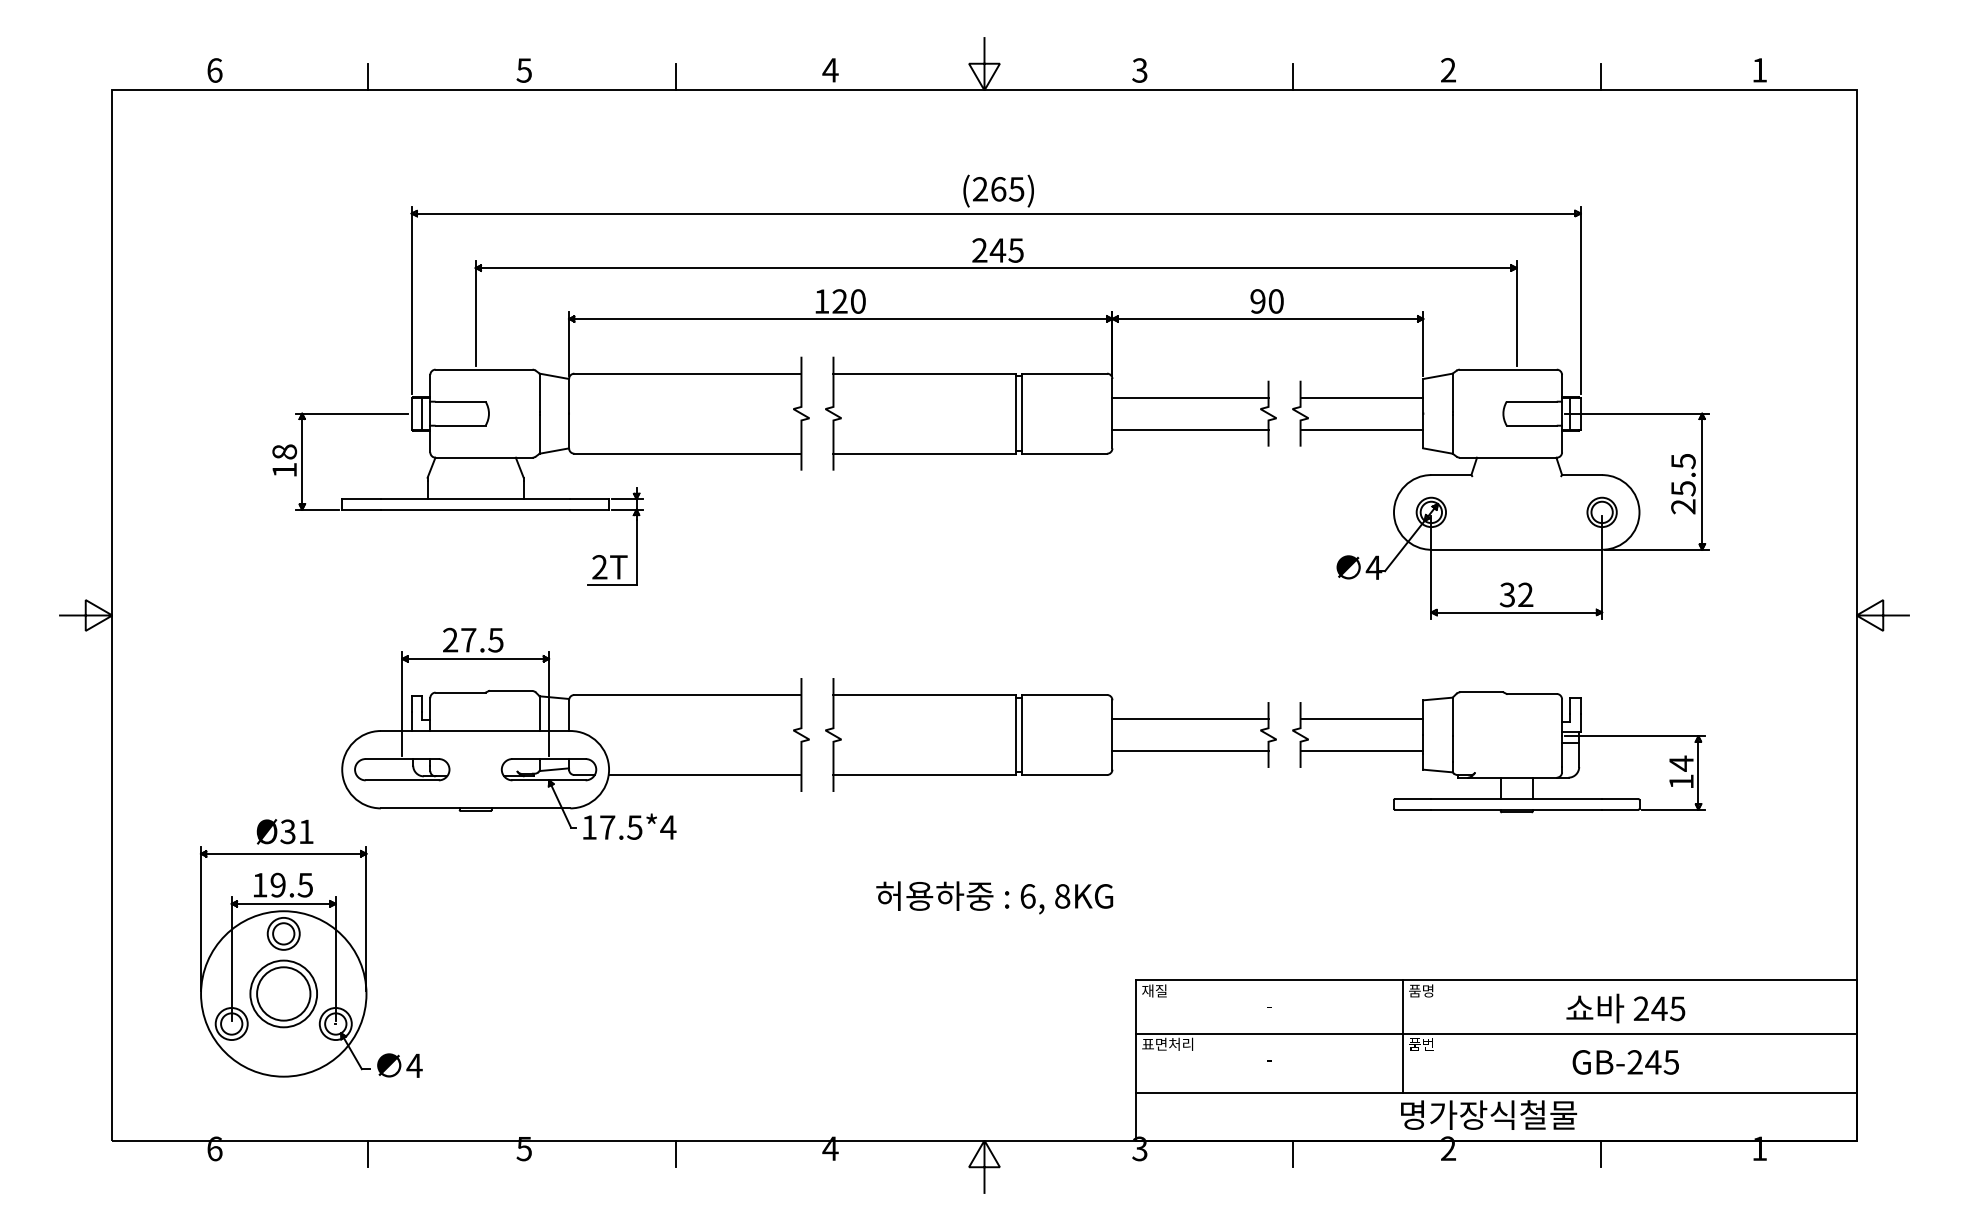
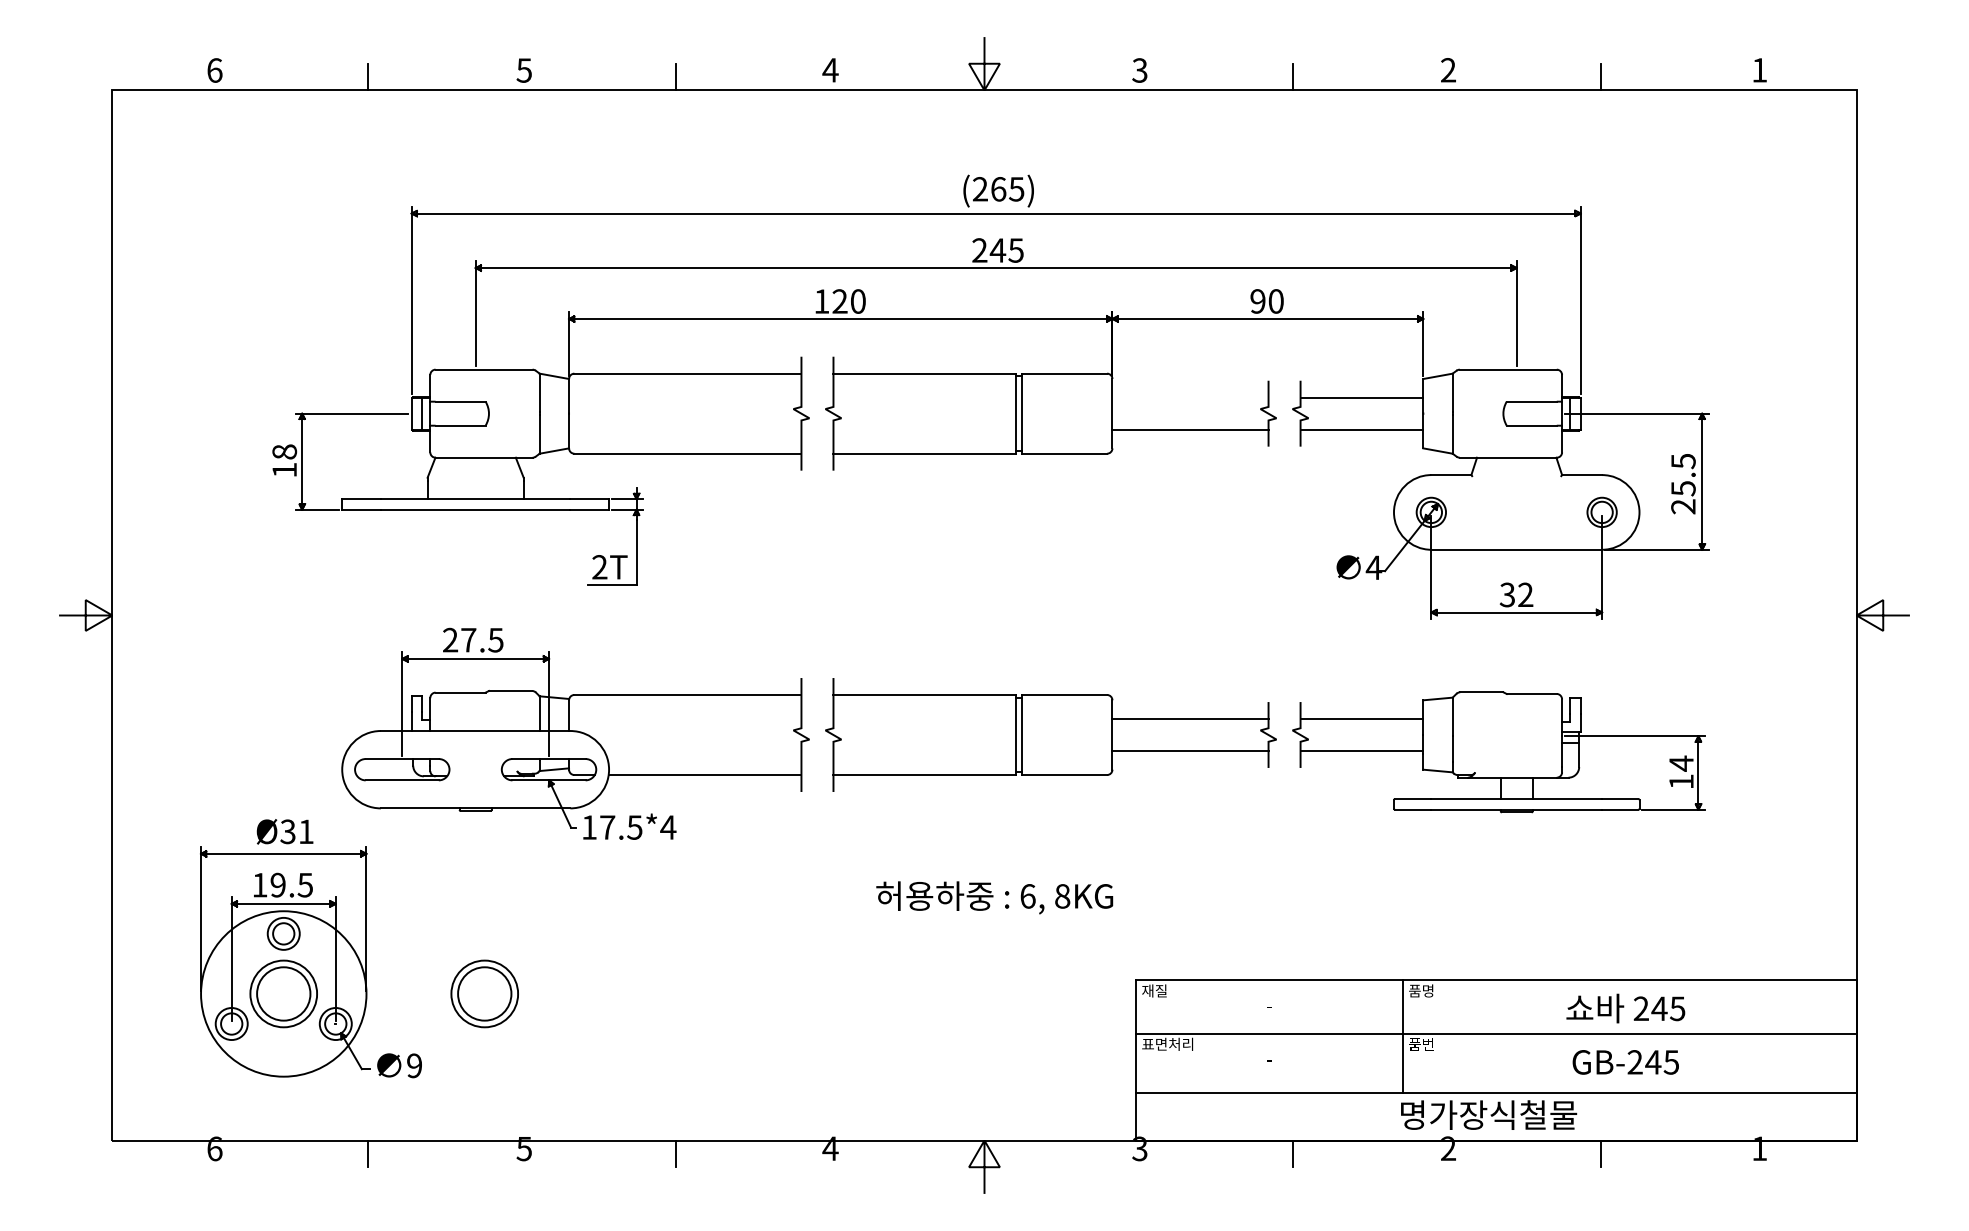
line at (1190, 397): present -> none
part at (484, 993): none -> present
text at (414, 1065): 4 -> 9
